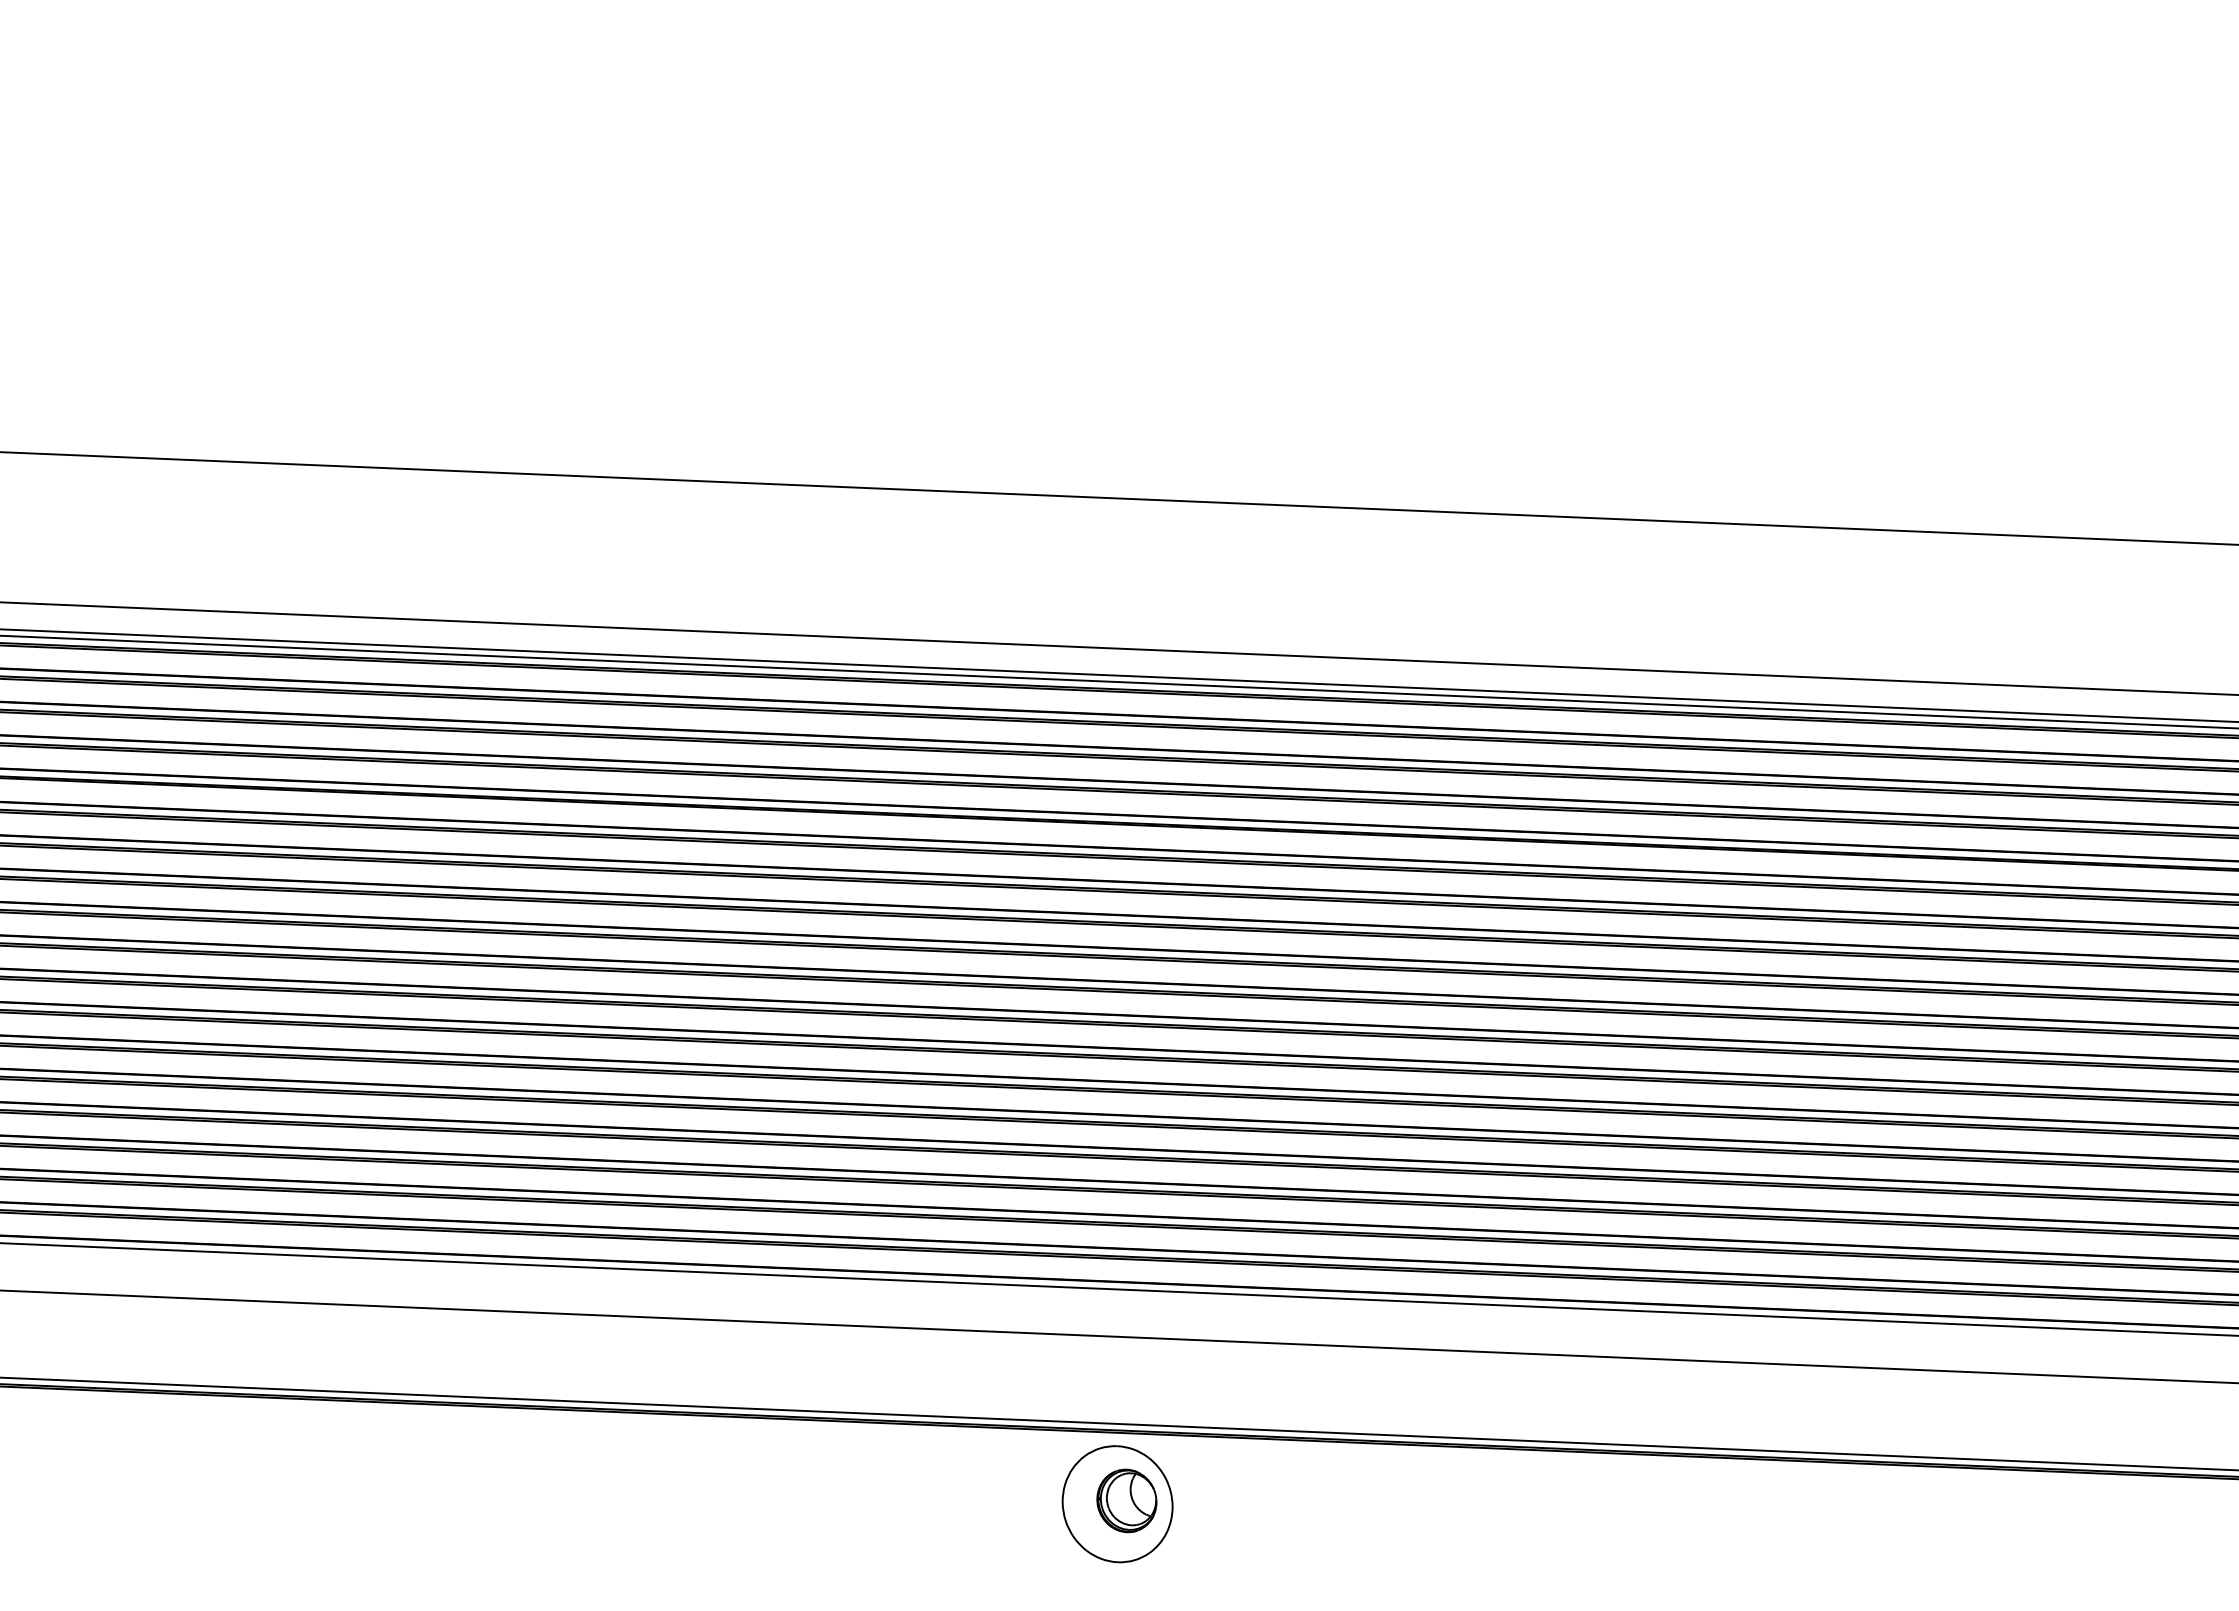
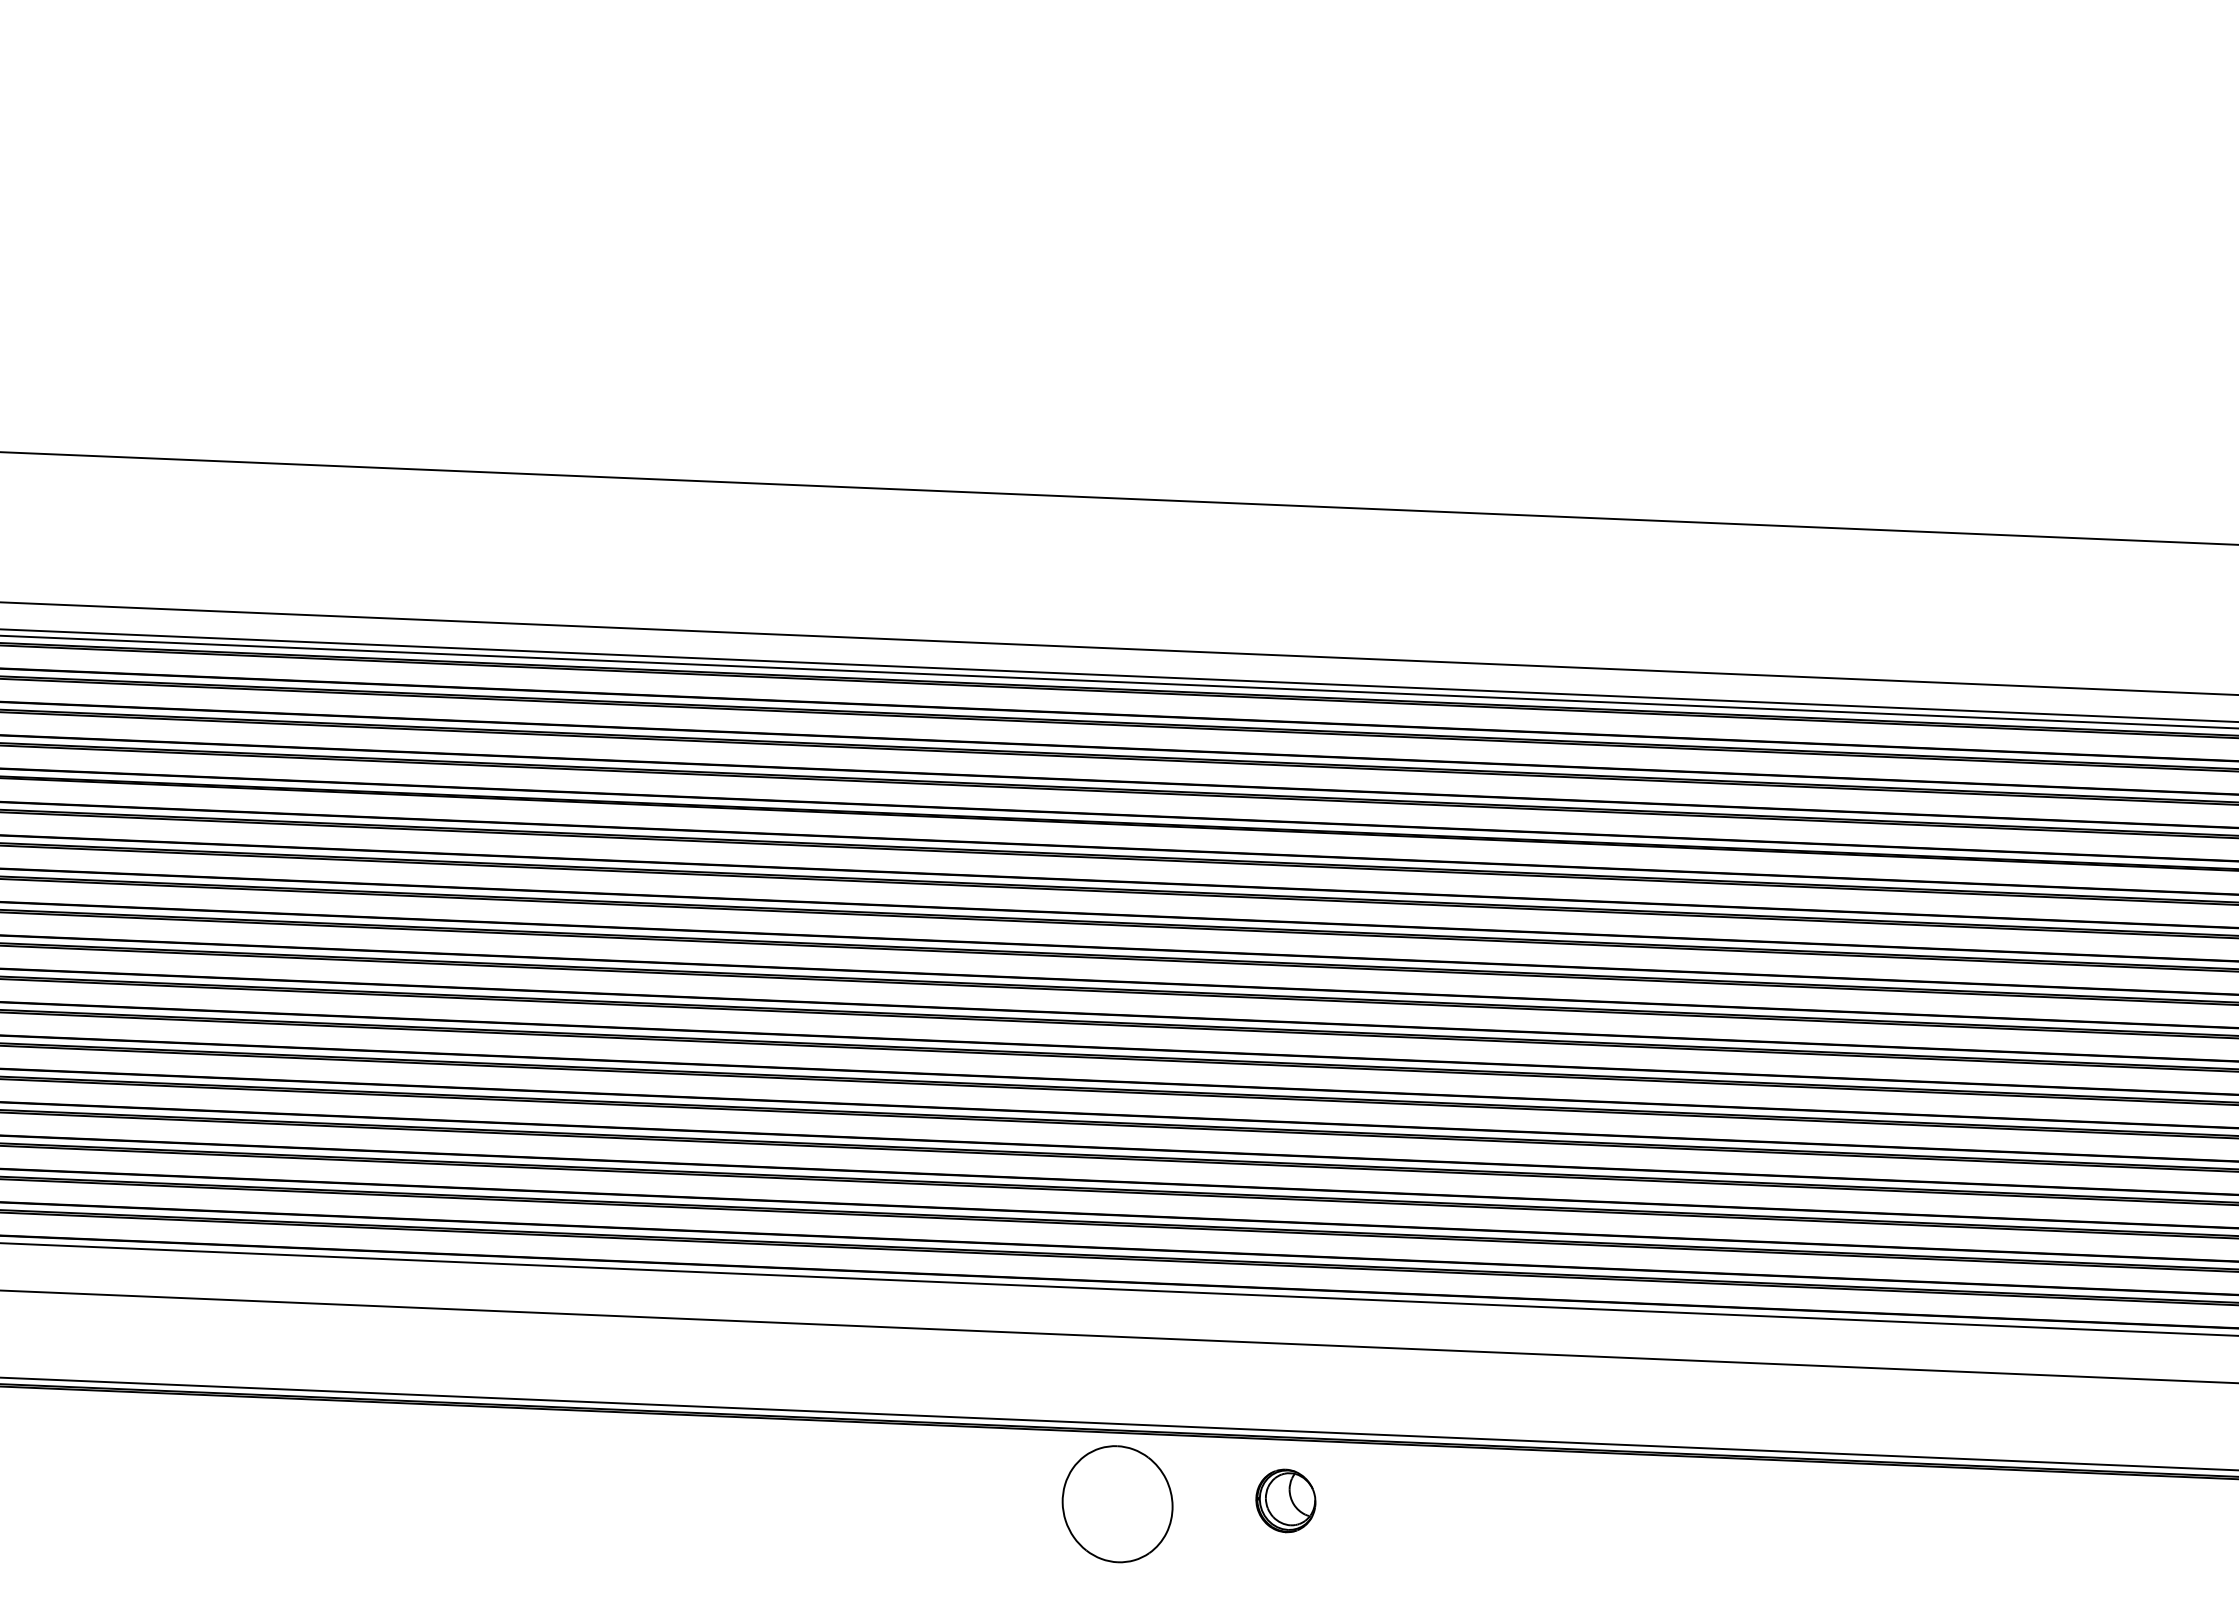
part at (1126, 1500) position: (1126, 1500) -> (1285, 1500)
